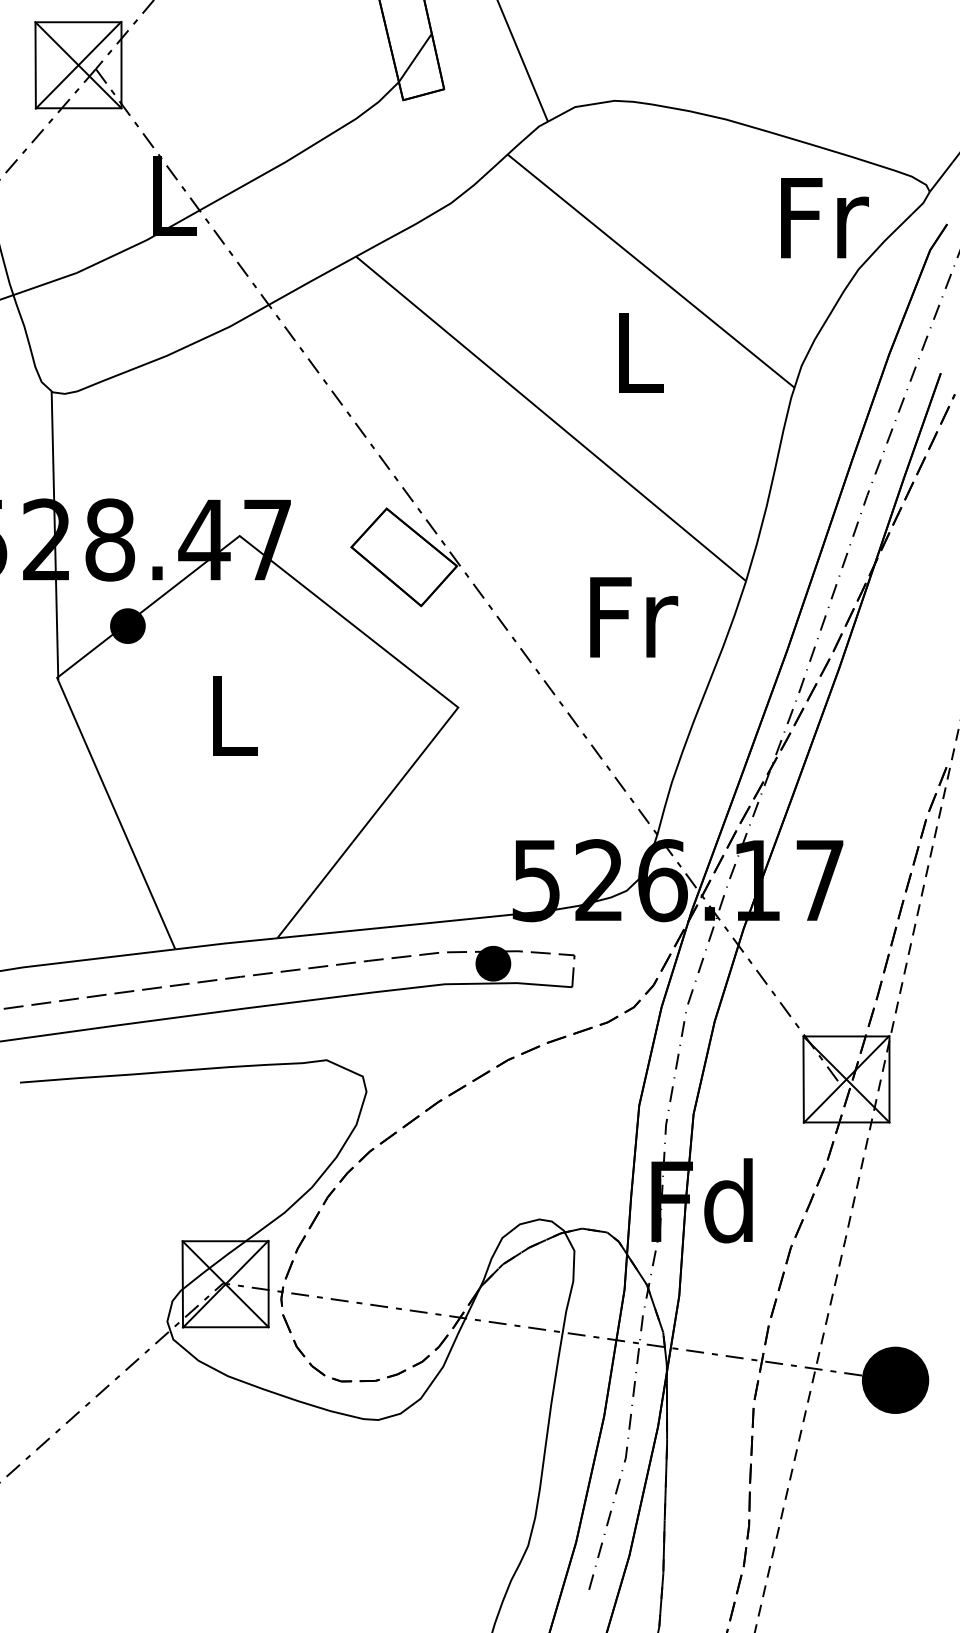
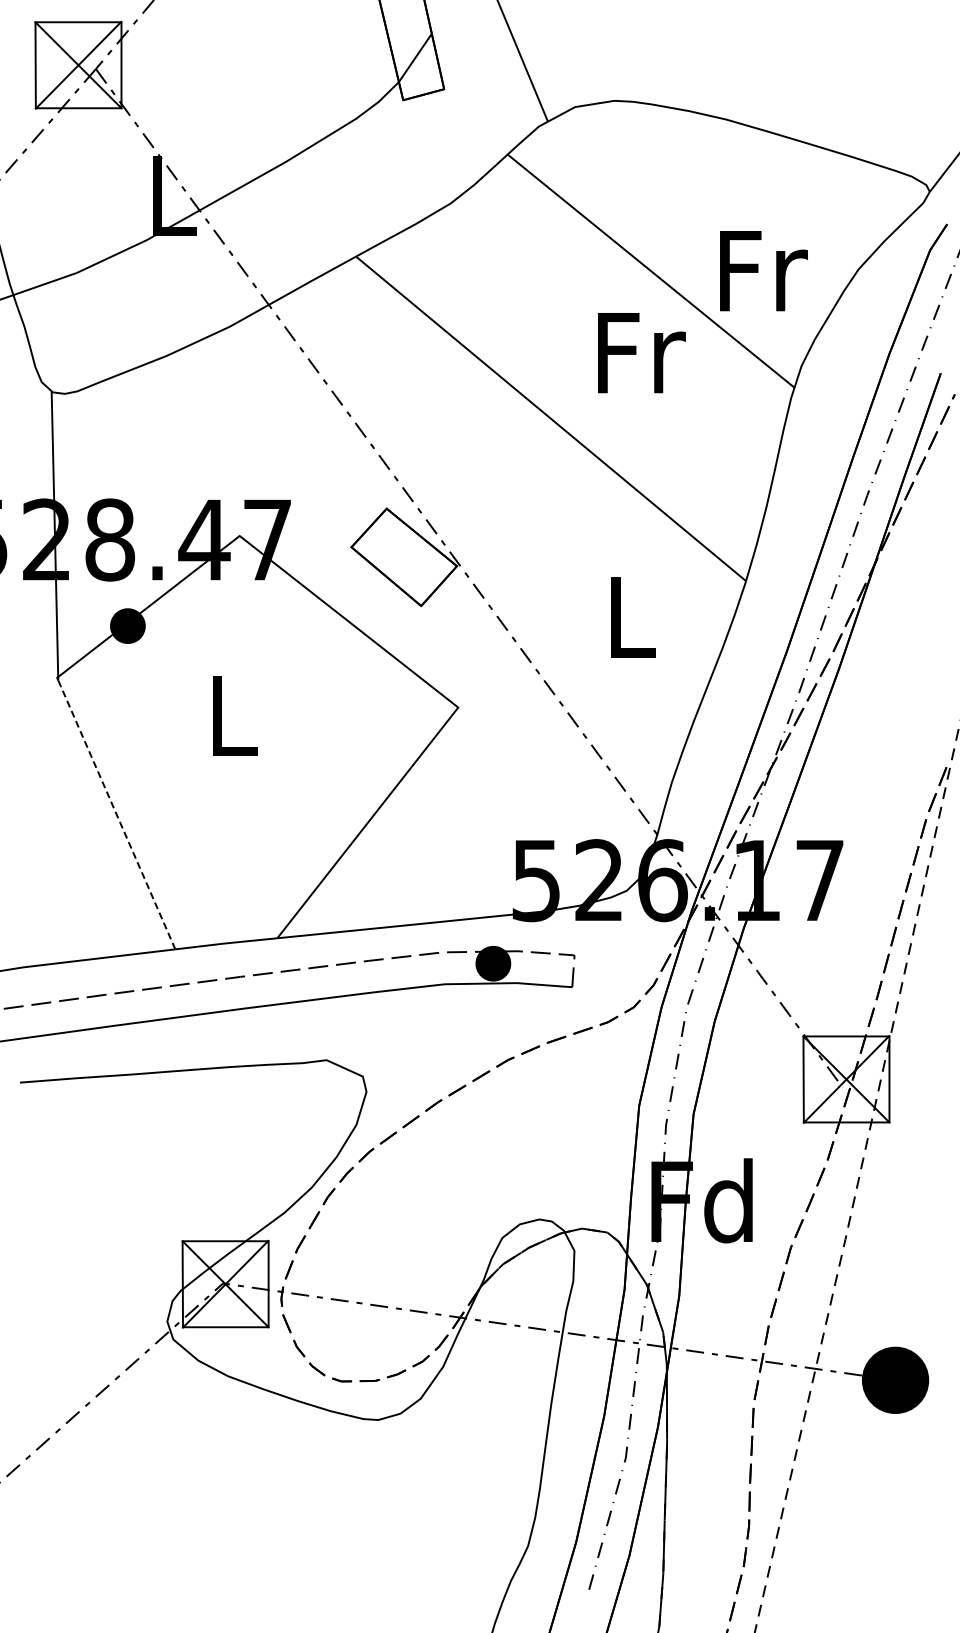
text at (824, 218) position: (824, 218) -> (763, 271)
text at (641, 353): L -> Fr
text at (634, 617): Fr -> L
line at (116, 814): solid -> dashed
